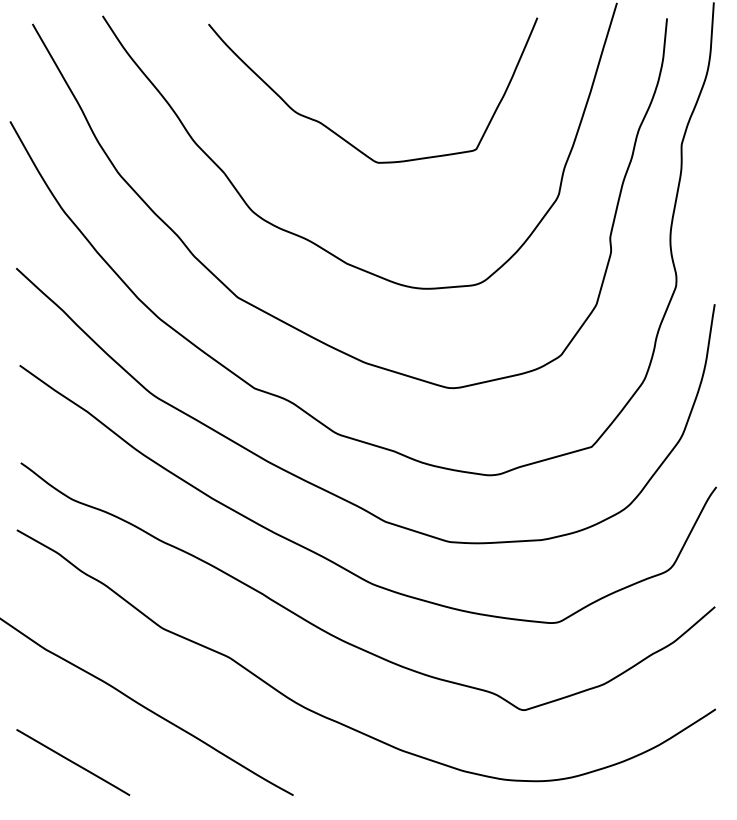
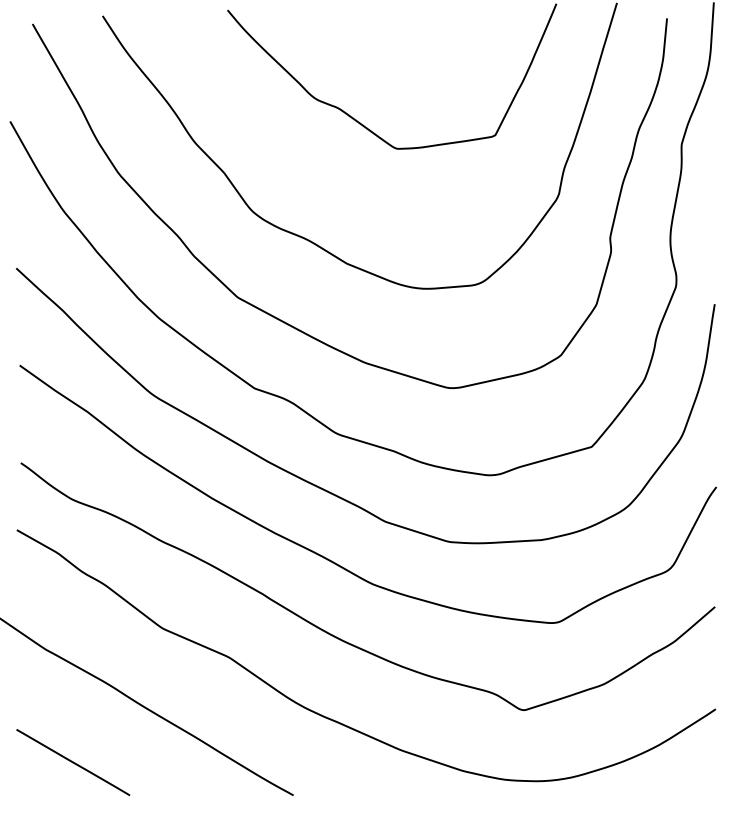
curve at (340, 135) position: (340, 135) -> (359, 121)
